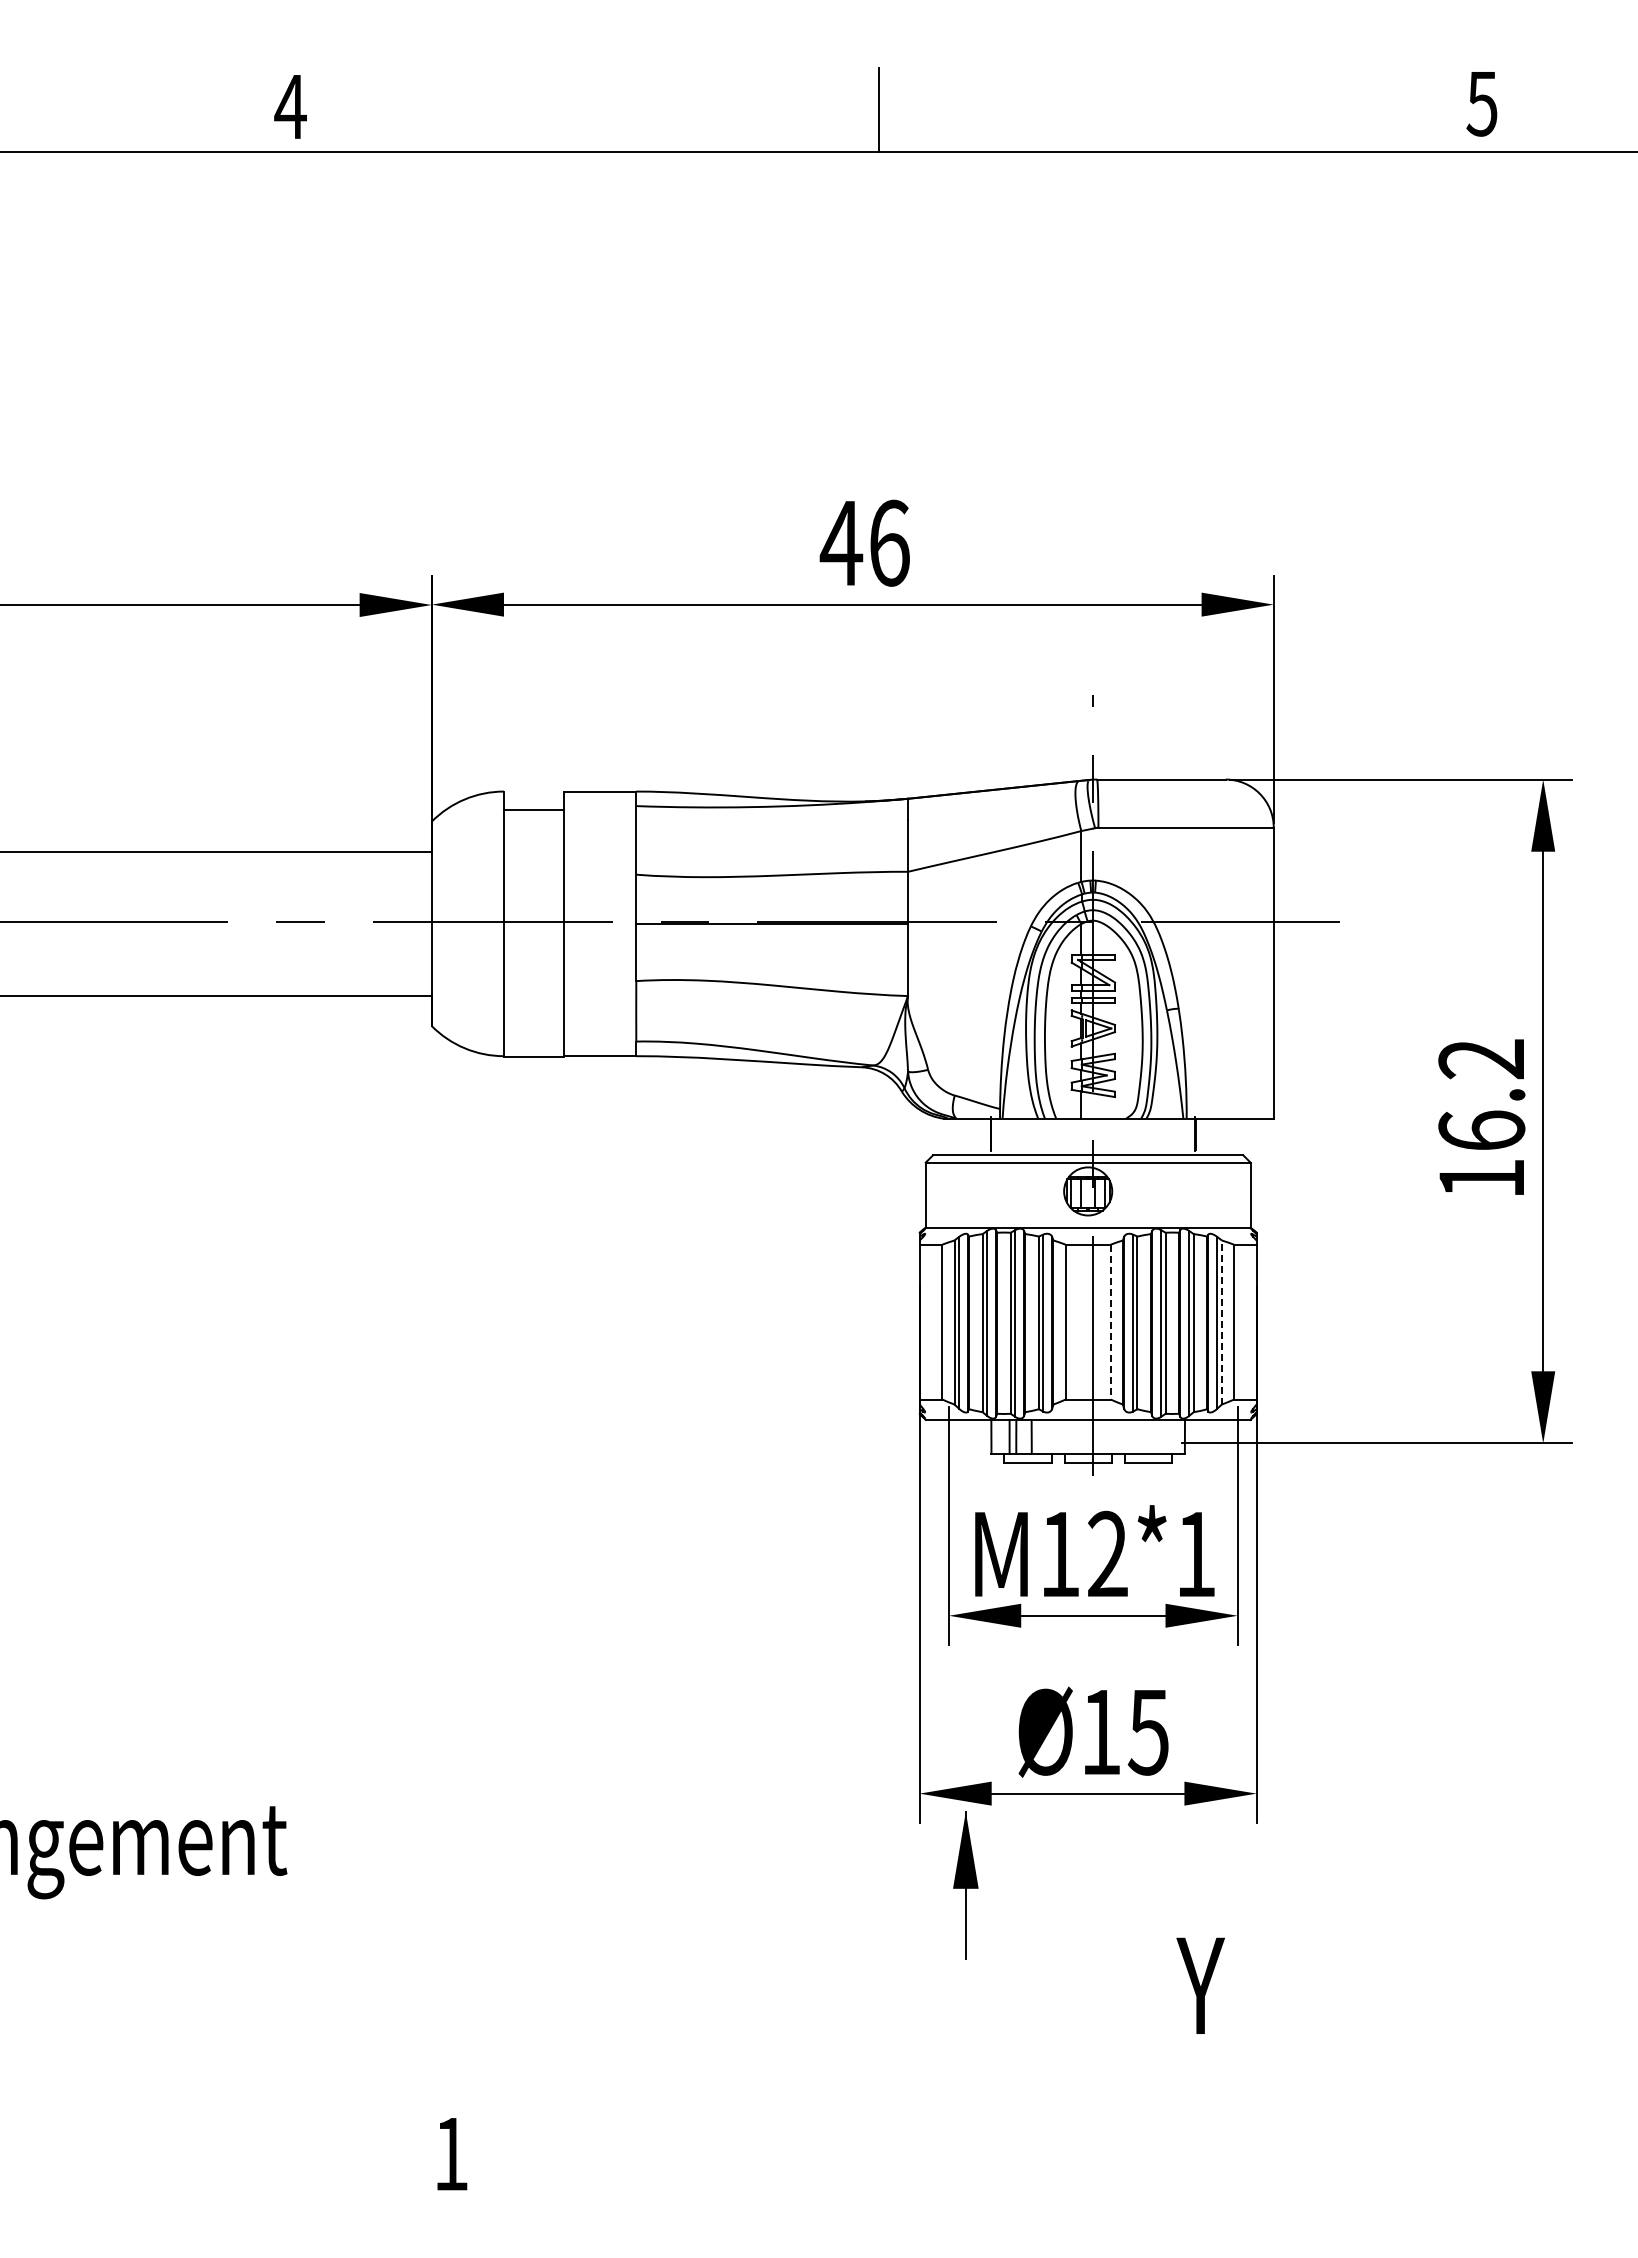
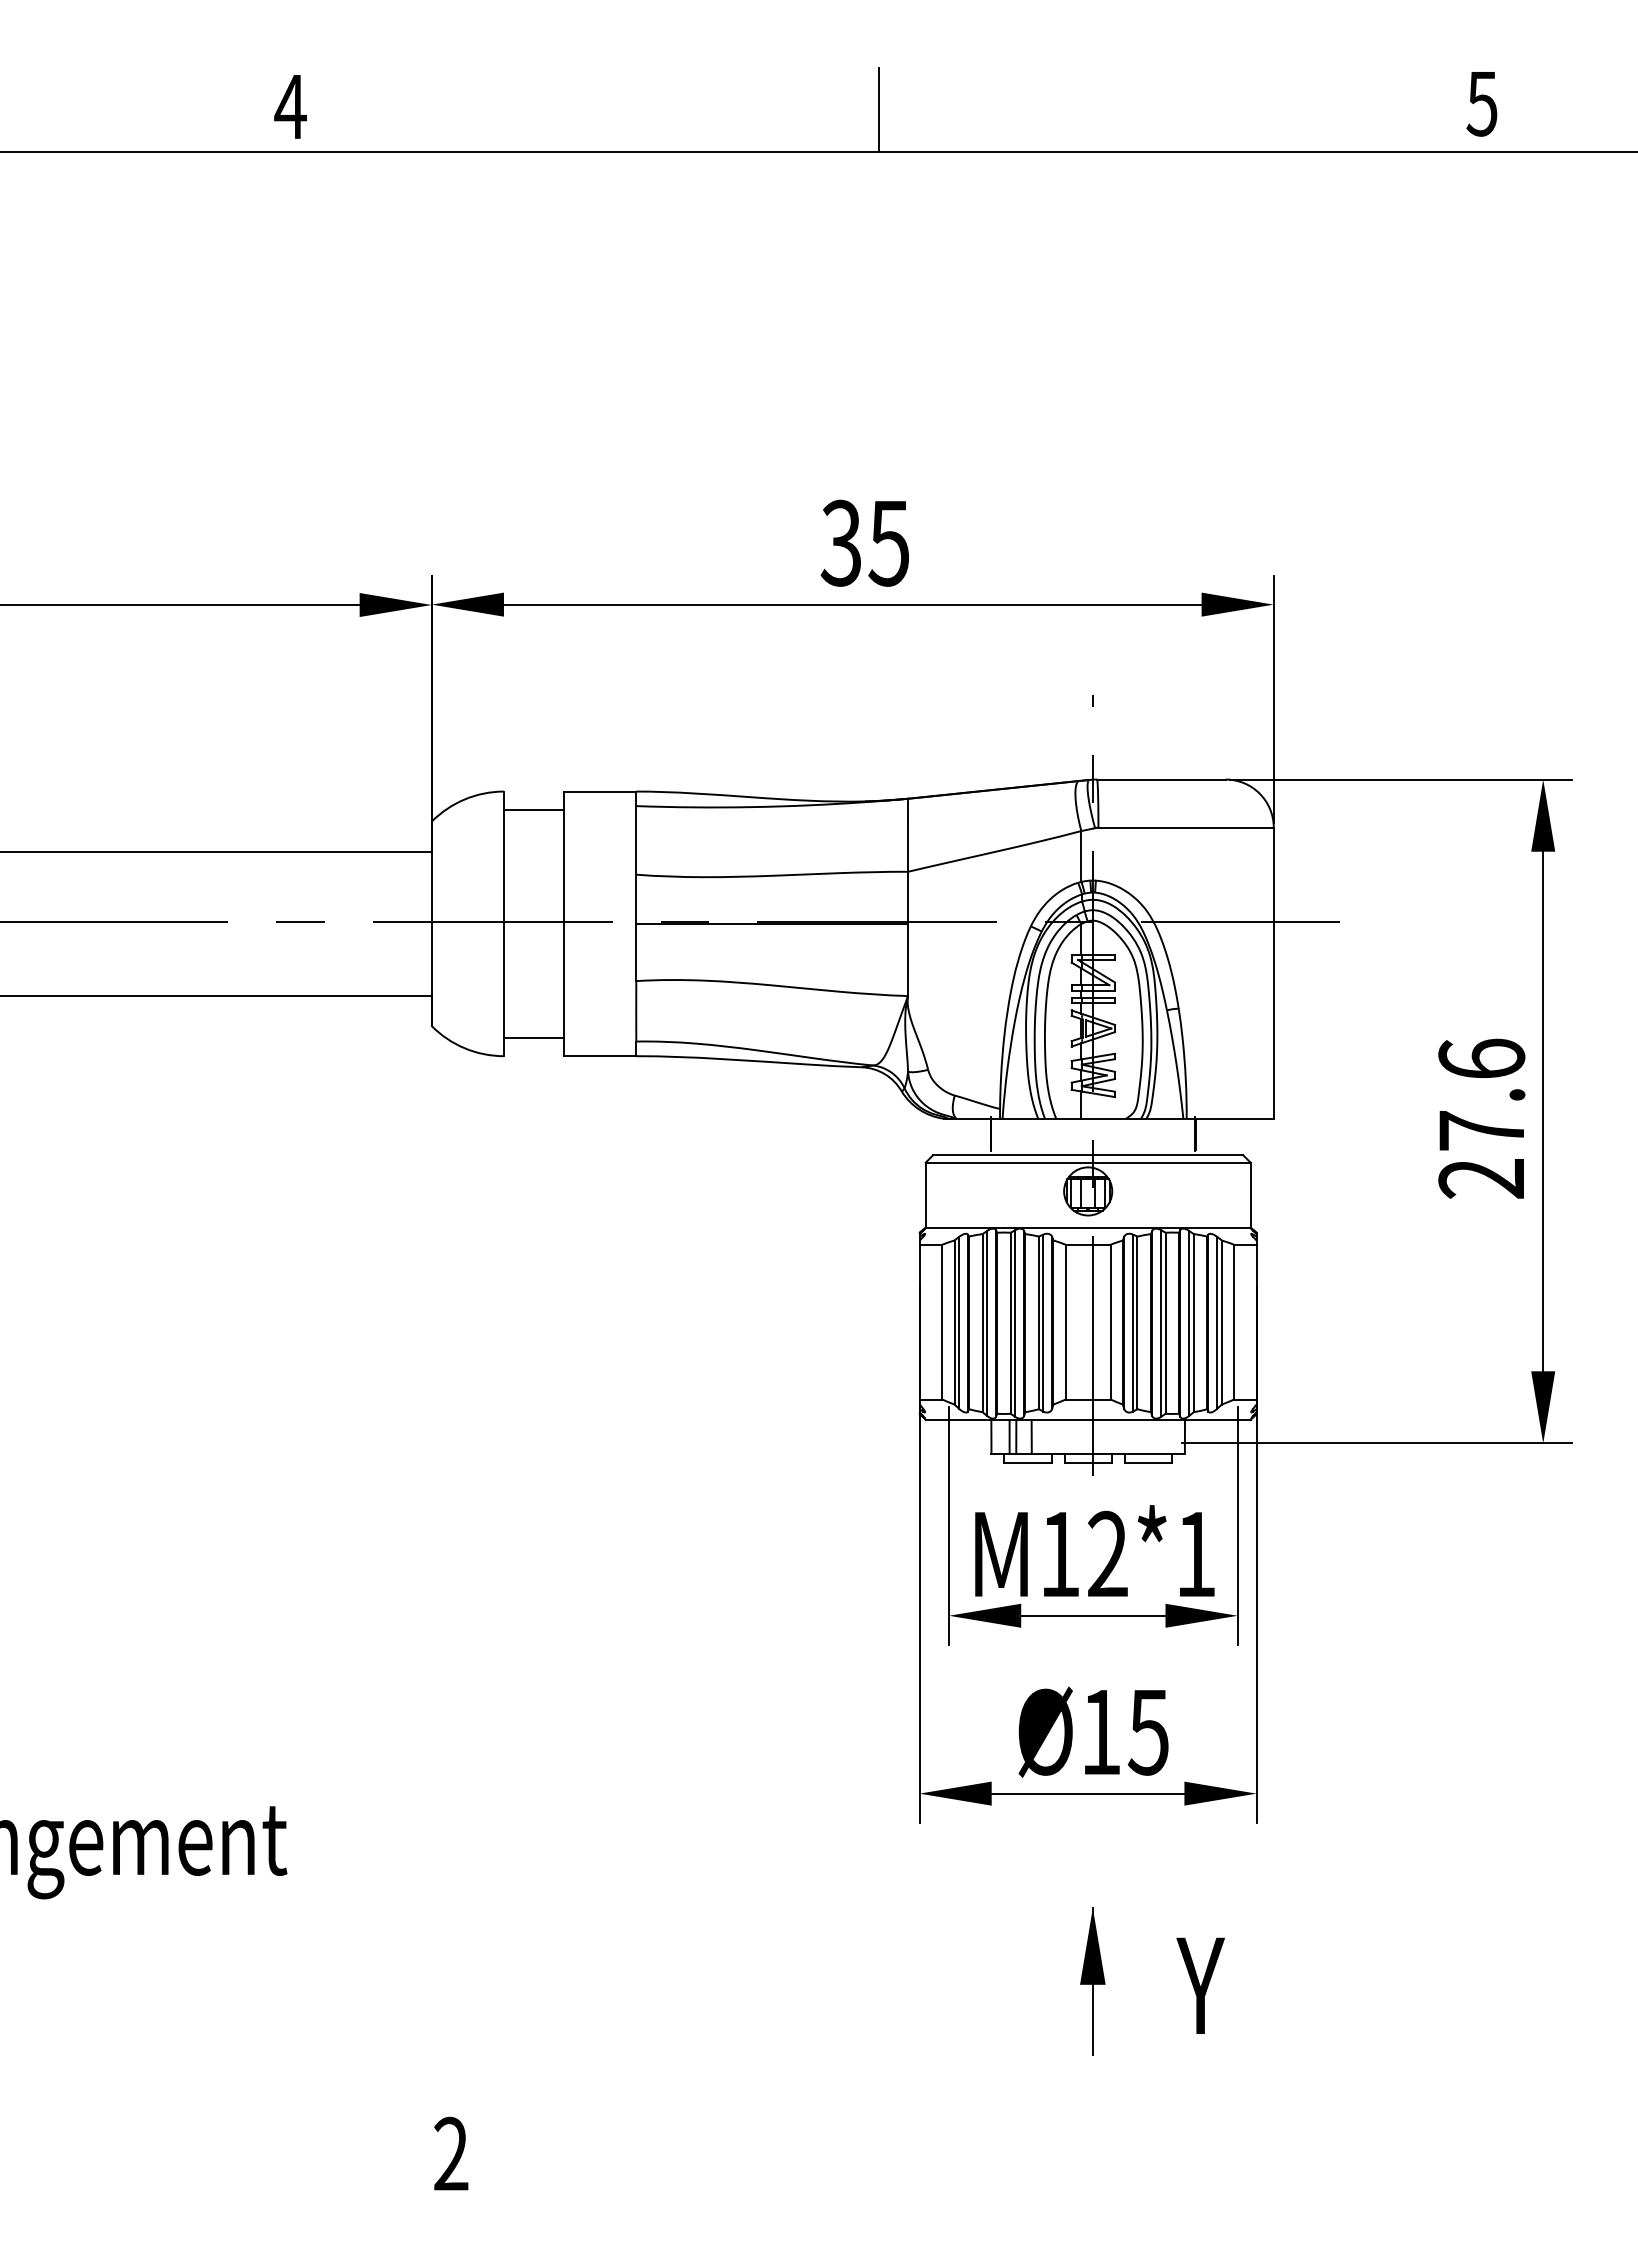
text at (864, 542): 46 -> 35
line at (533, 1057) position: (533, 1057) -> (533, 1038)
text at (1481, 1118): 16.2 -> 27.6
line at (1110, 1322): dashed -> solid
line at (1221, 1322): dashed -> solid
part at (965, 1885) position: (965, 1885) -> (1092, 1981)
text at (451, 2153): 1 -> 2
